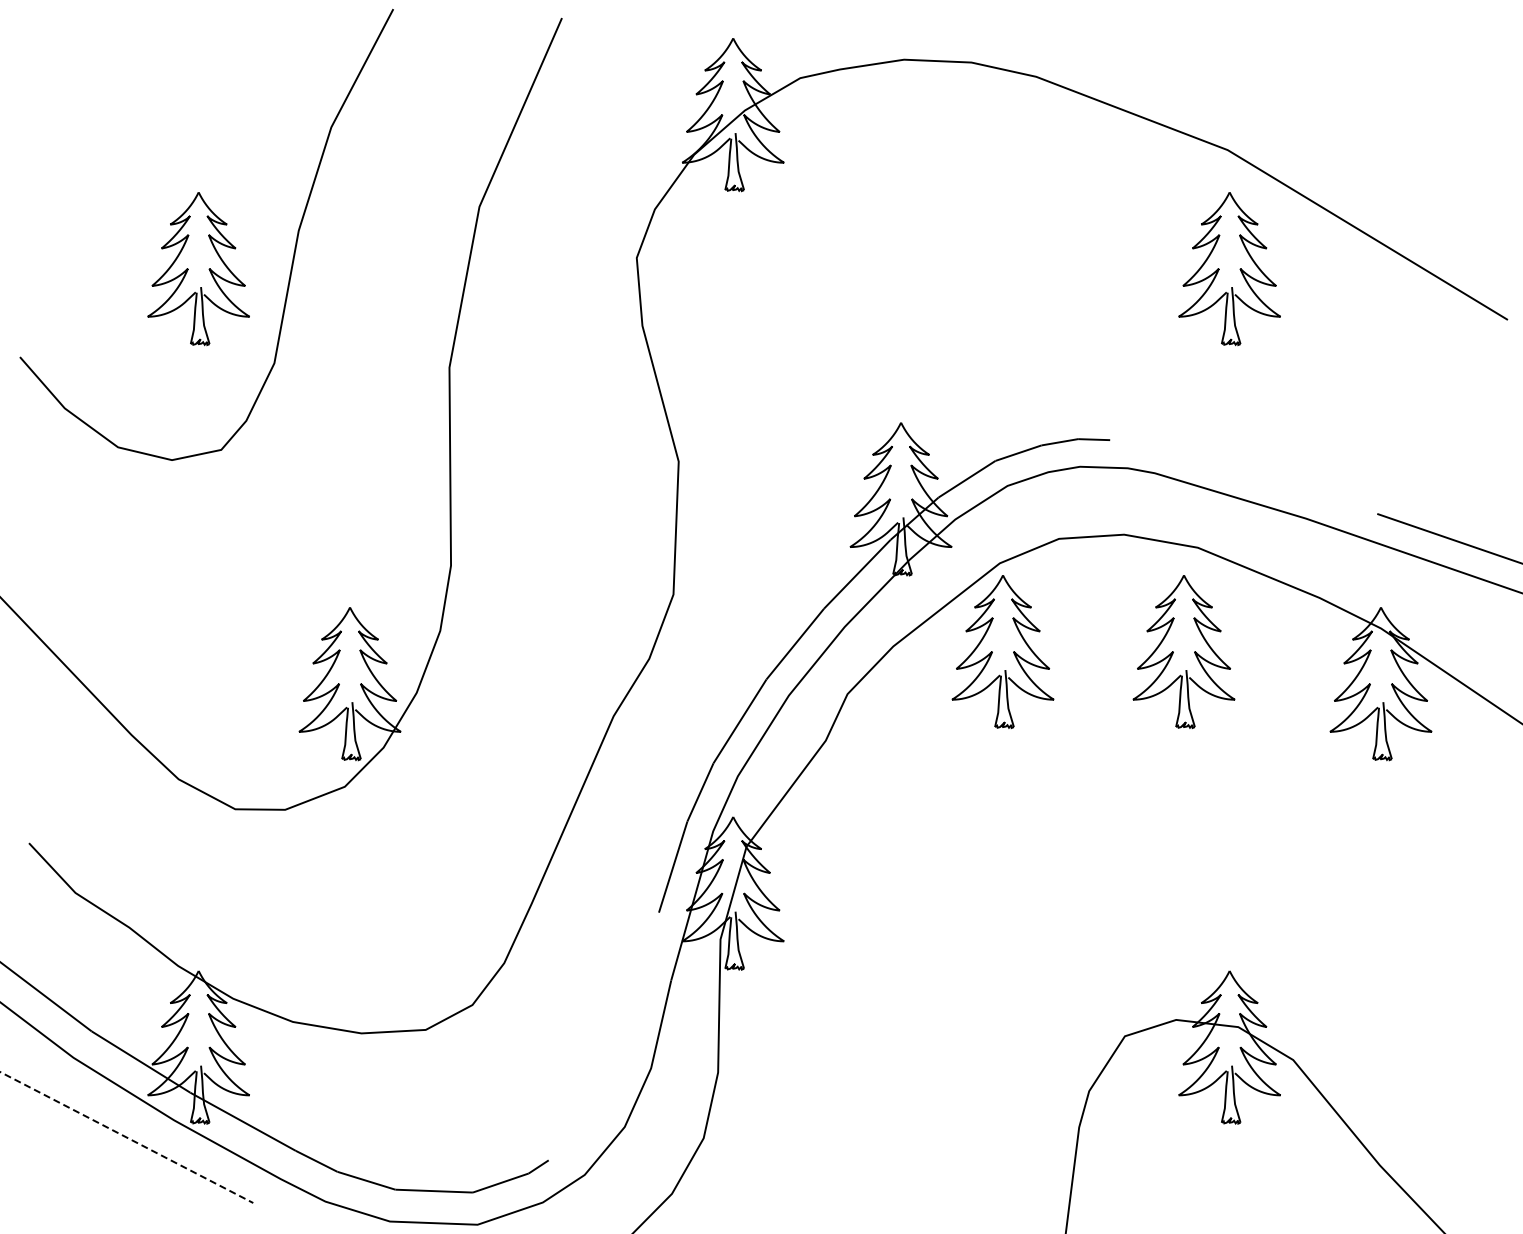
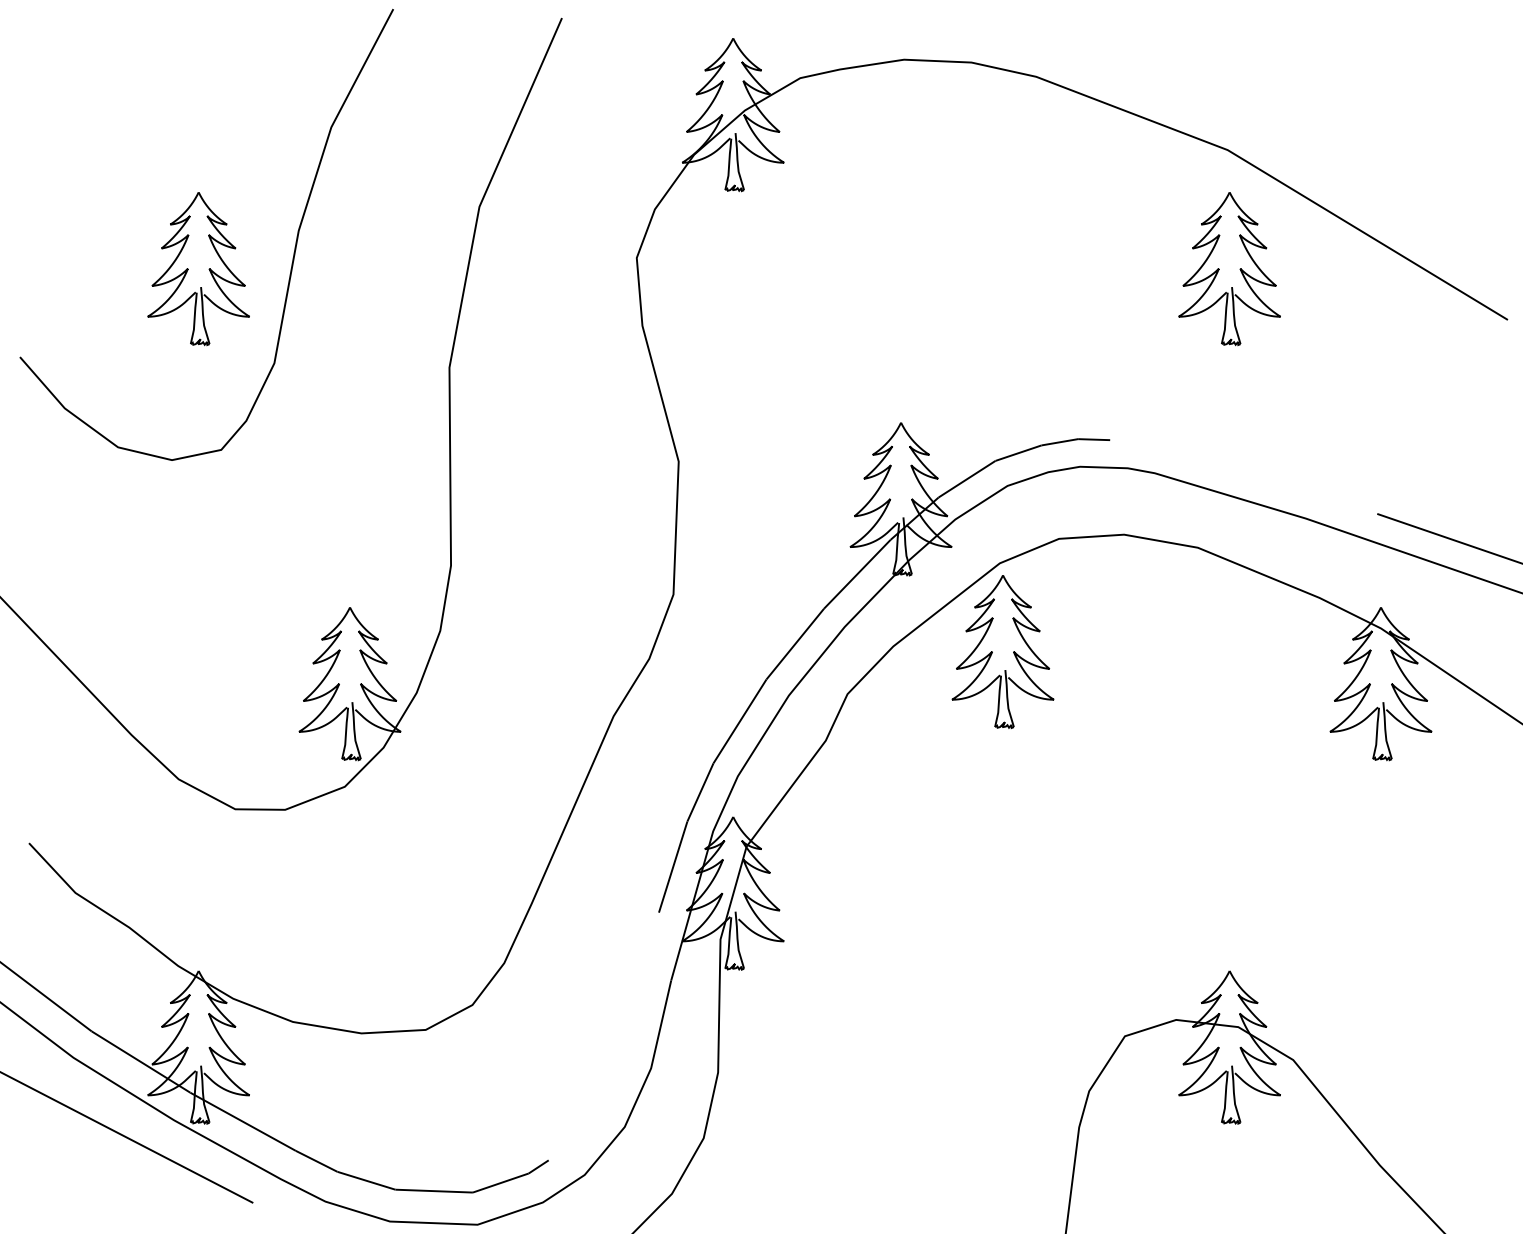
part at (1183, 651): present -> none
line at (127, 1137): dashed -> solid
